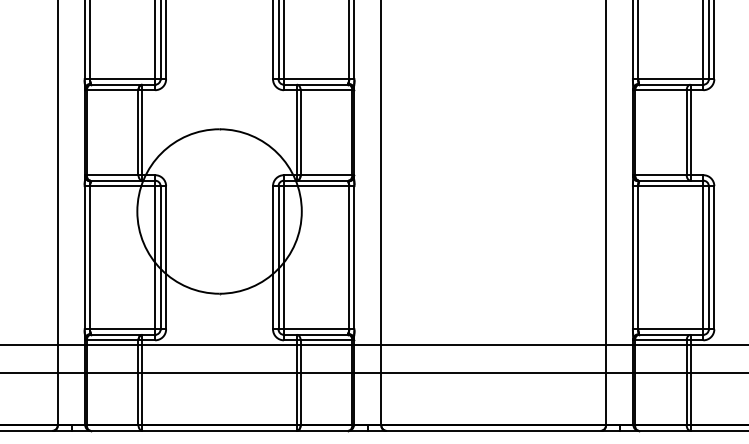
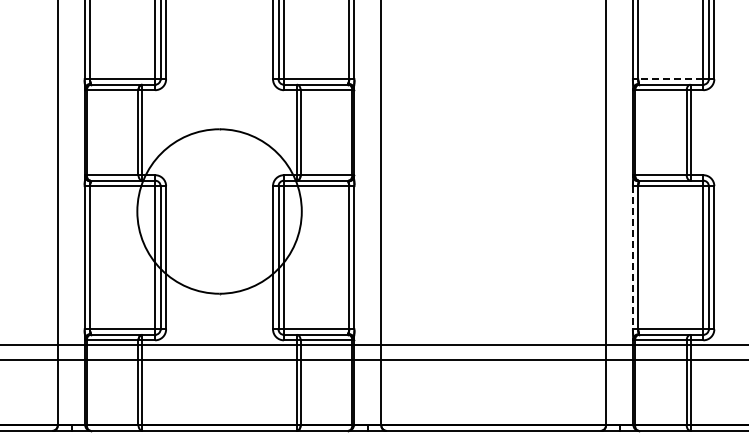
line at (670, 79): solid -> dashed
line at (632, 257): solid -> dashed
line at (373, 372) position: (373, 372) -> (373, 359)
